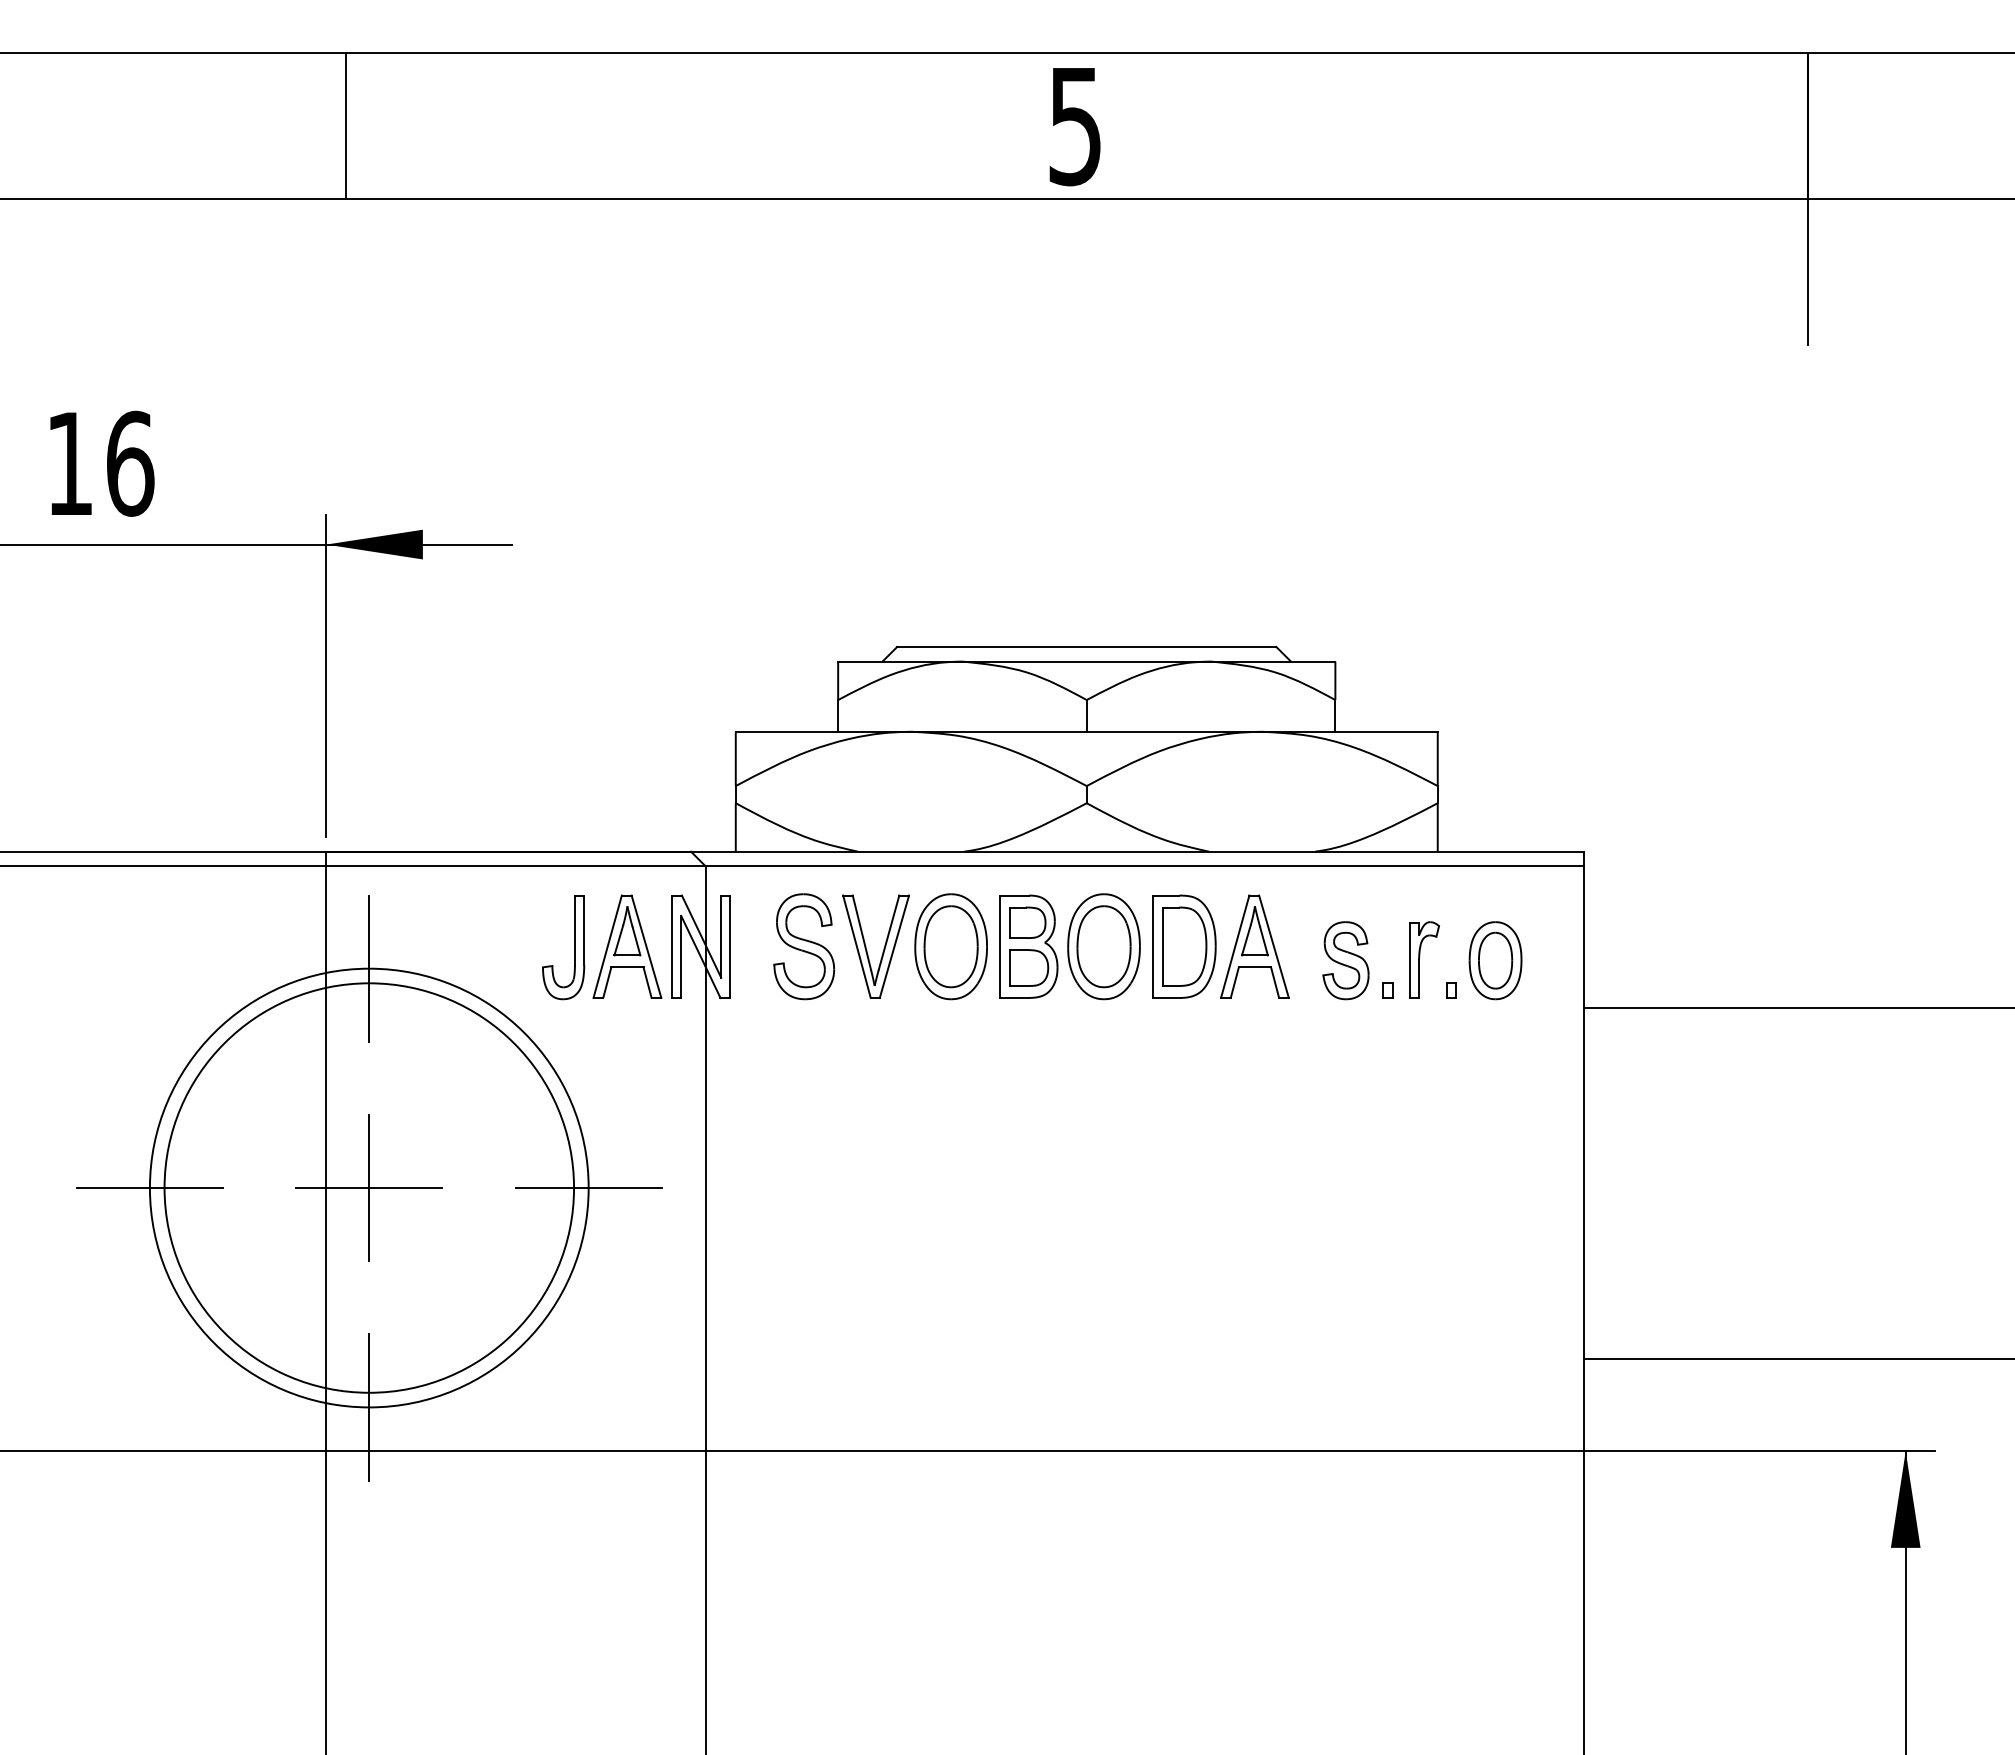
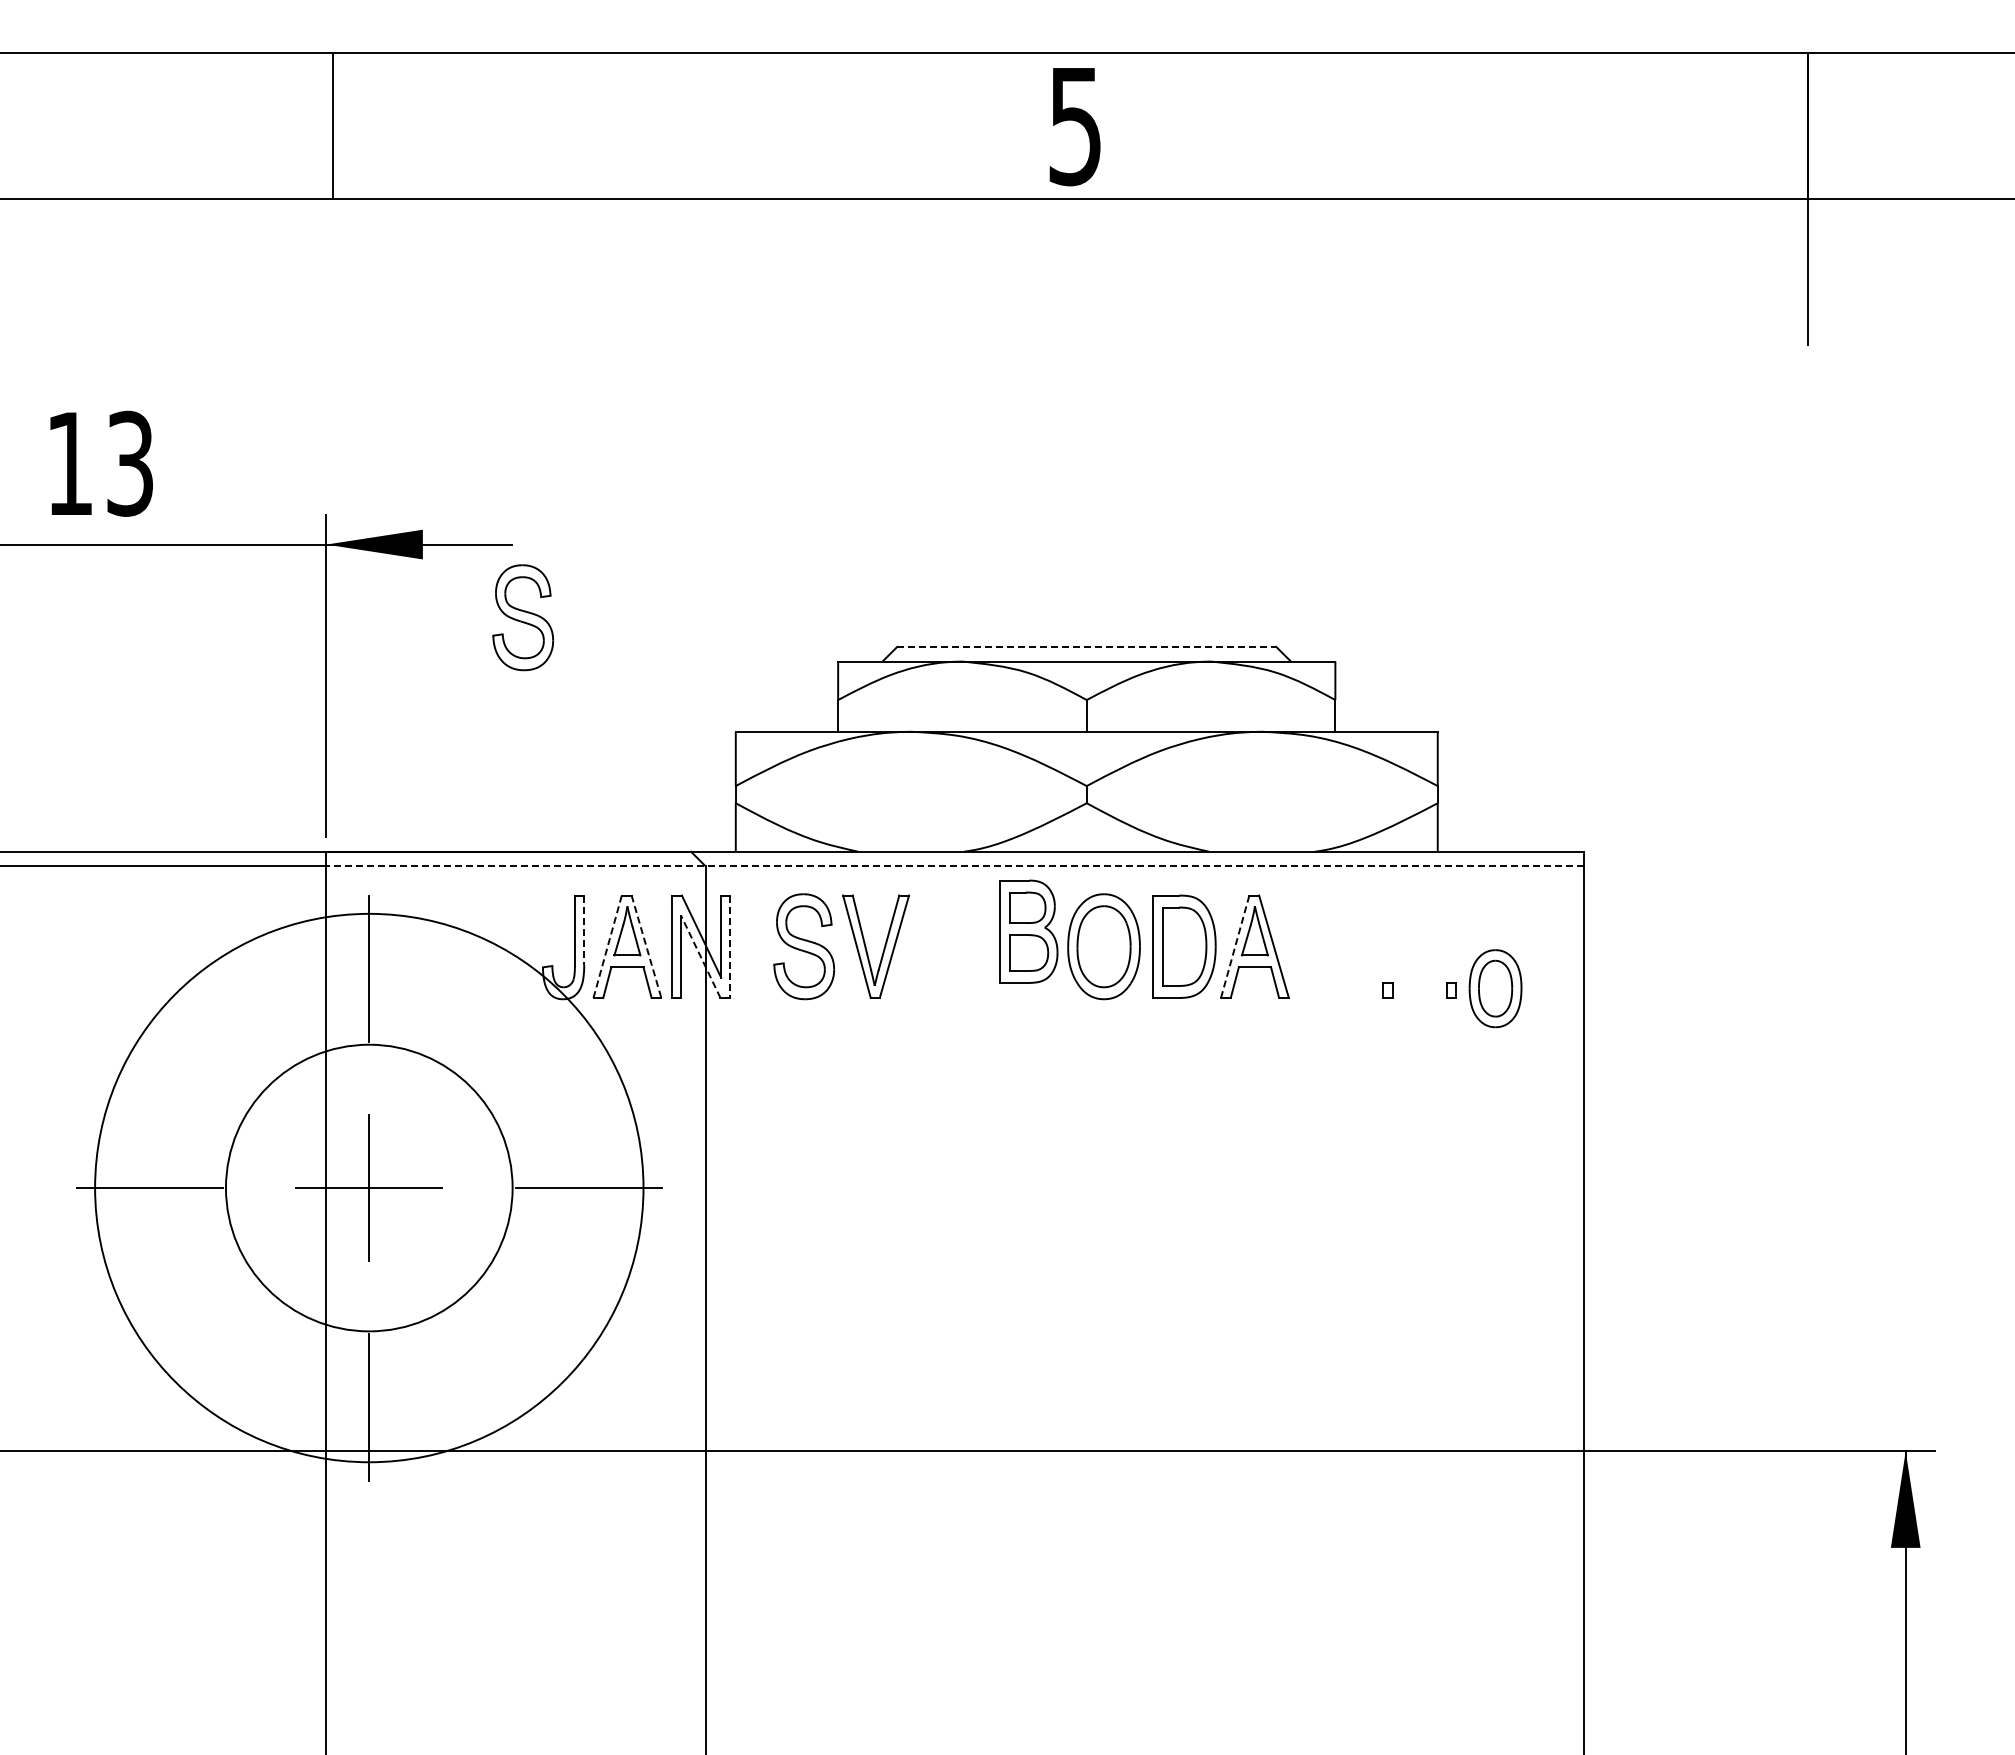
line at (345, 125) position: (345, 125) -> (332, 125)
text at (130, 463): 16 -> 13
part at (523, 617): none -> present
line at (1086, 646): solid -> dashed
line at (955, 866): solid -> dashed
line at (584, 930): solid -> dashed
line at (607, 946): solid -> dashed
part at (950, 946): present -> none
part at (1028, 946) position: (1028, 946) -> (1028, 931)
line at (1235, 946): solid -> dashed
line at (646, 947): solid -> dashed
line at (730, 947): solid -> dashed
line at (700, 956): solid -> dashed
part at (1424, 959): present -> none
part at (1345, 960): present -> none
part at (1495, 960) position: (1495, 960) -> (1495, 988)
line at (1797, 1008): present -> none
circle at (368, 1187) diameter: 439 px -> 548 px
circle at (369, 1187) diameter: 409 px -> 287 px
line at (1797, 1359): present -> none
